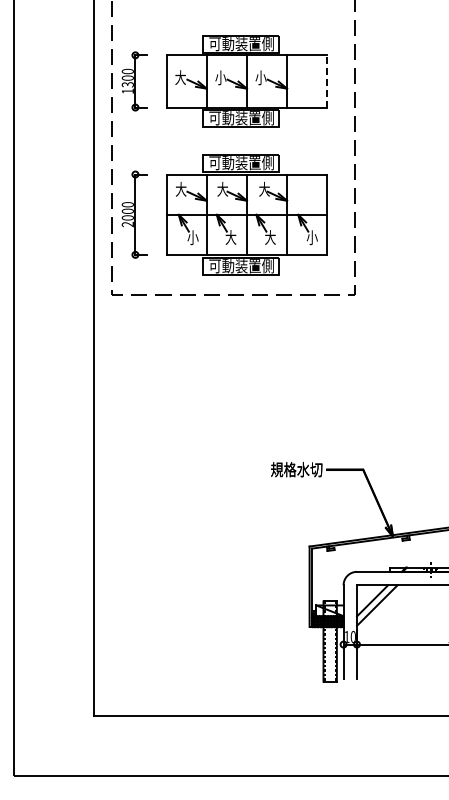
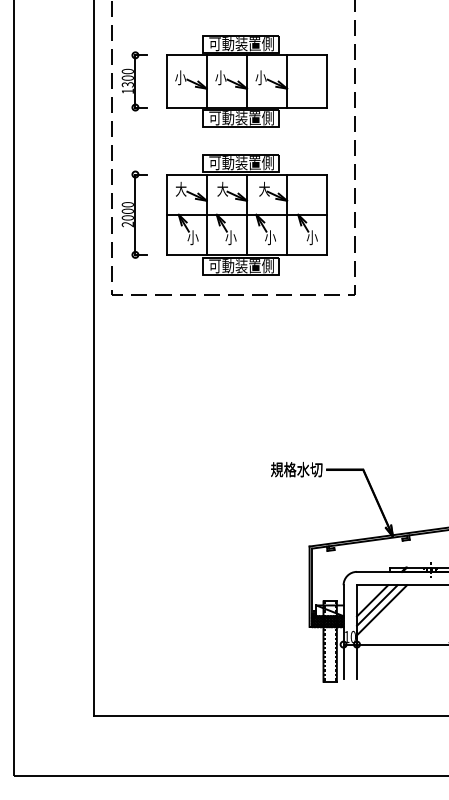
text at (180, 77): 大 -> 小
line at (327, 80): dashed -> solid
text at (230, 237): 大 -> 小
text at (270, 237): 大 -> 小
line at (382, 610): none -> present
